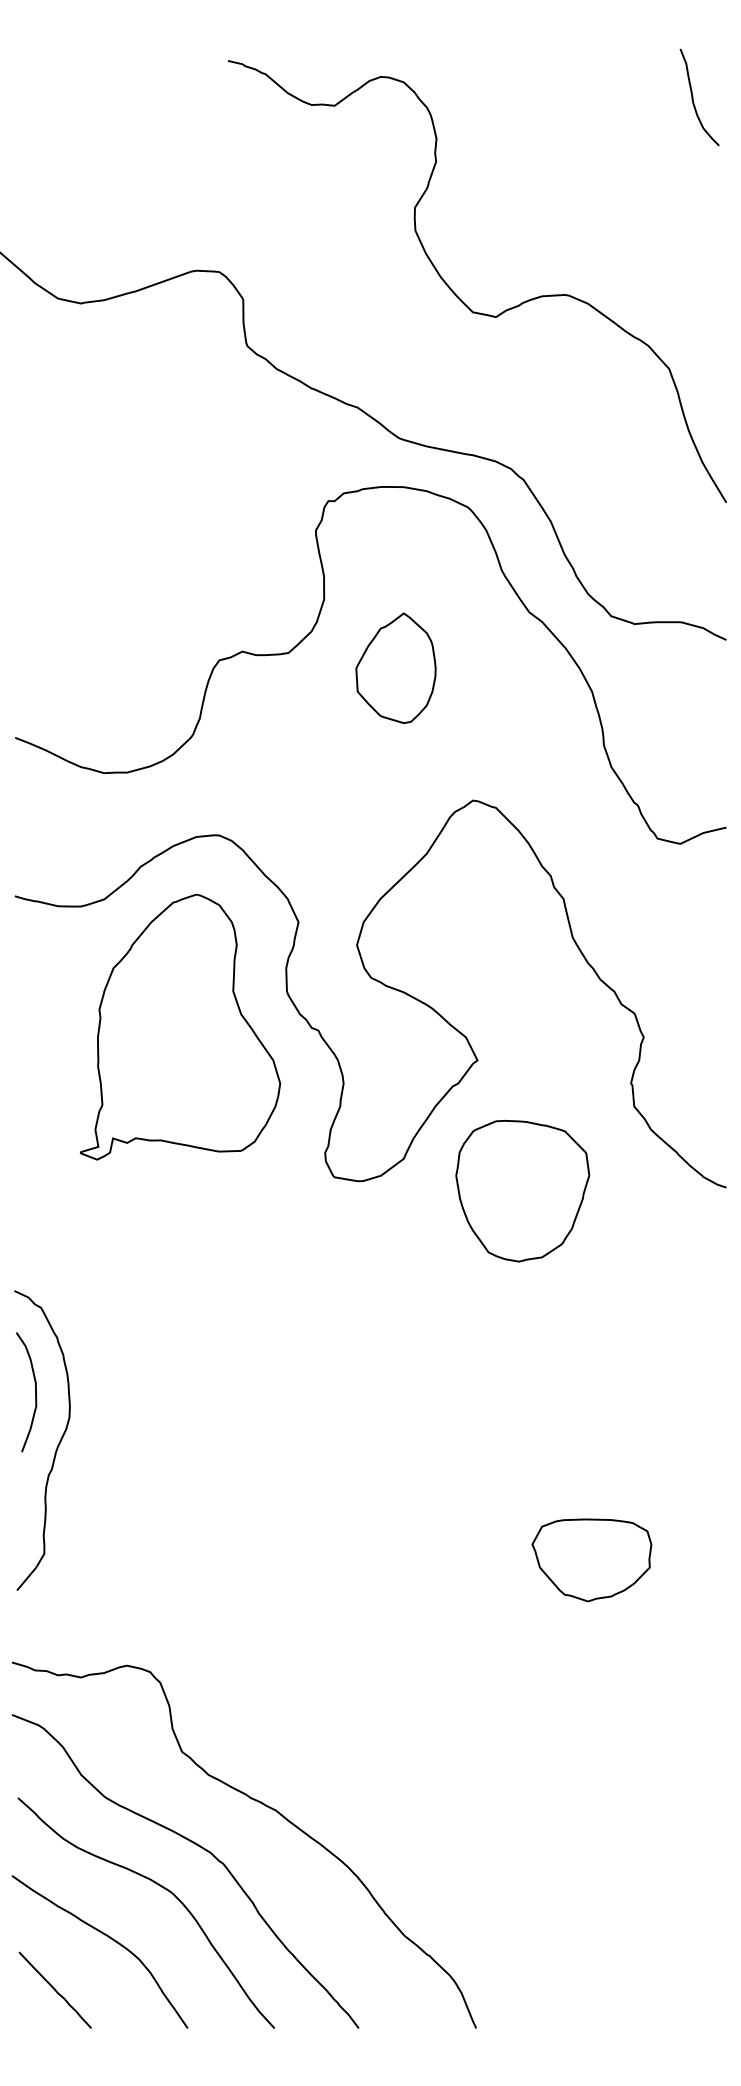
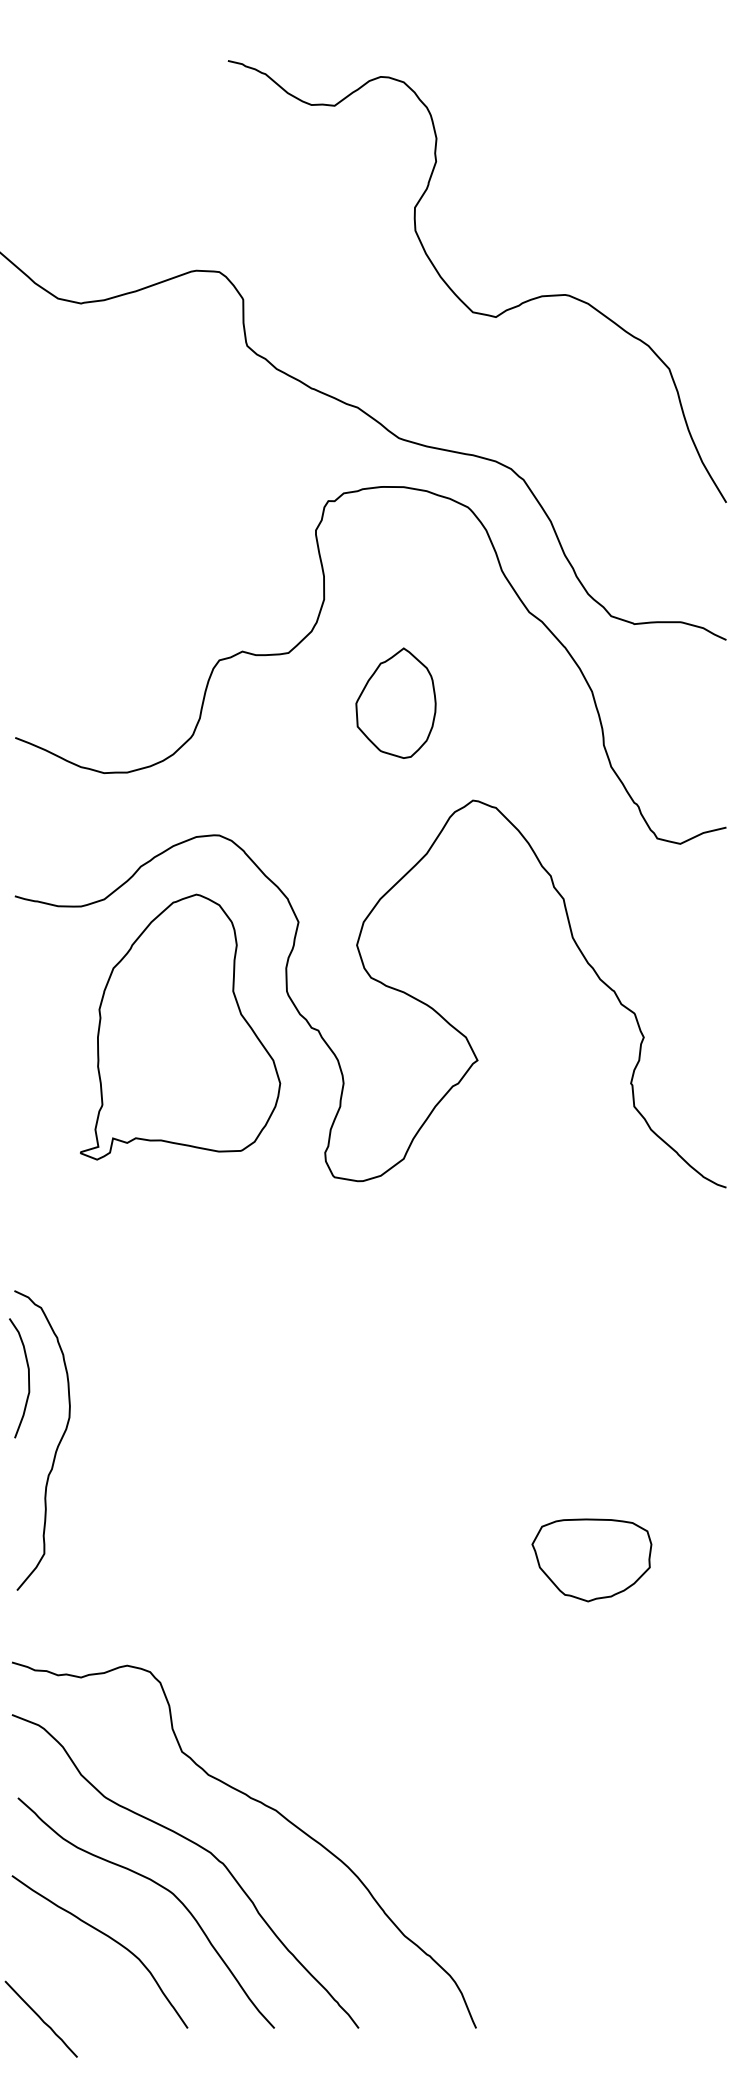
curve at (693, 97): present -> none
part at (395, 667) position: (395, 667) -> (395, 702)
part at (522, 1191): present -> none
curve at (35, 1392) position: (35, 1392) -> (28, 1378)
line at (54, 1989) position: (54, 1989) -> (40, 2018)
